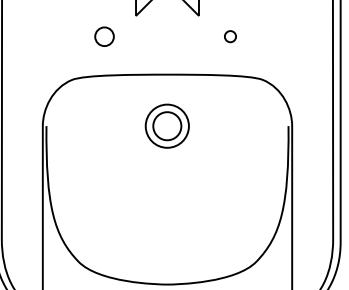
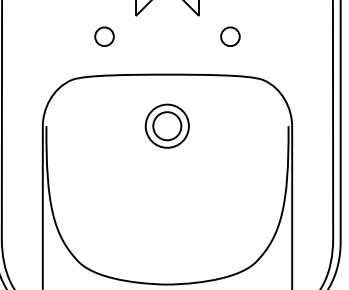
part at (230, 36) size: 13x14 px -> 21x21 px
